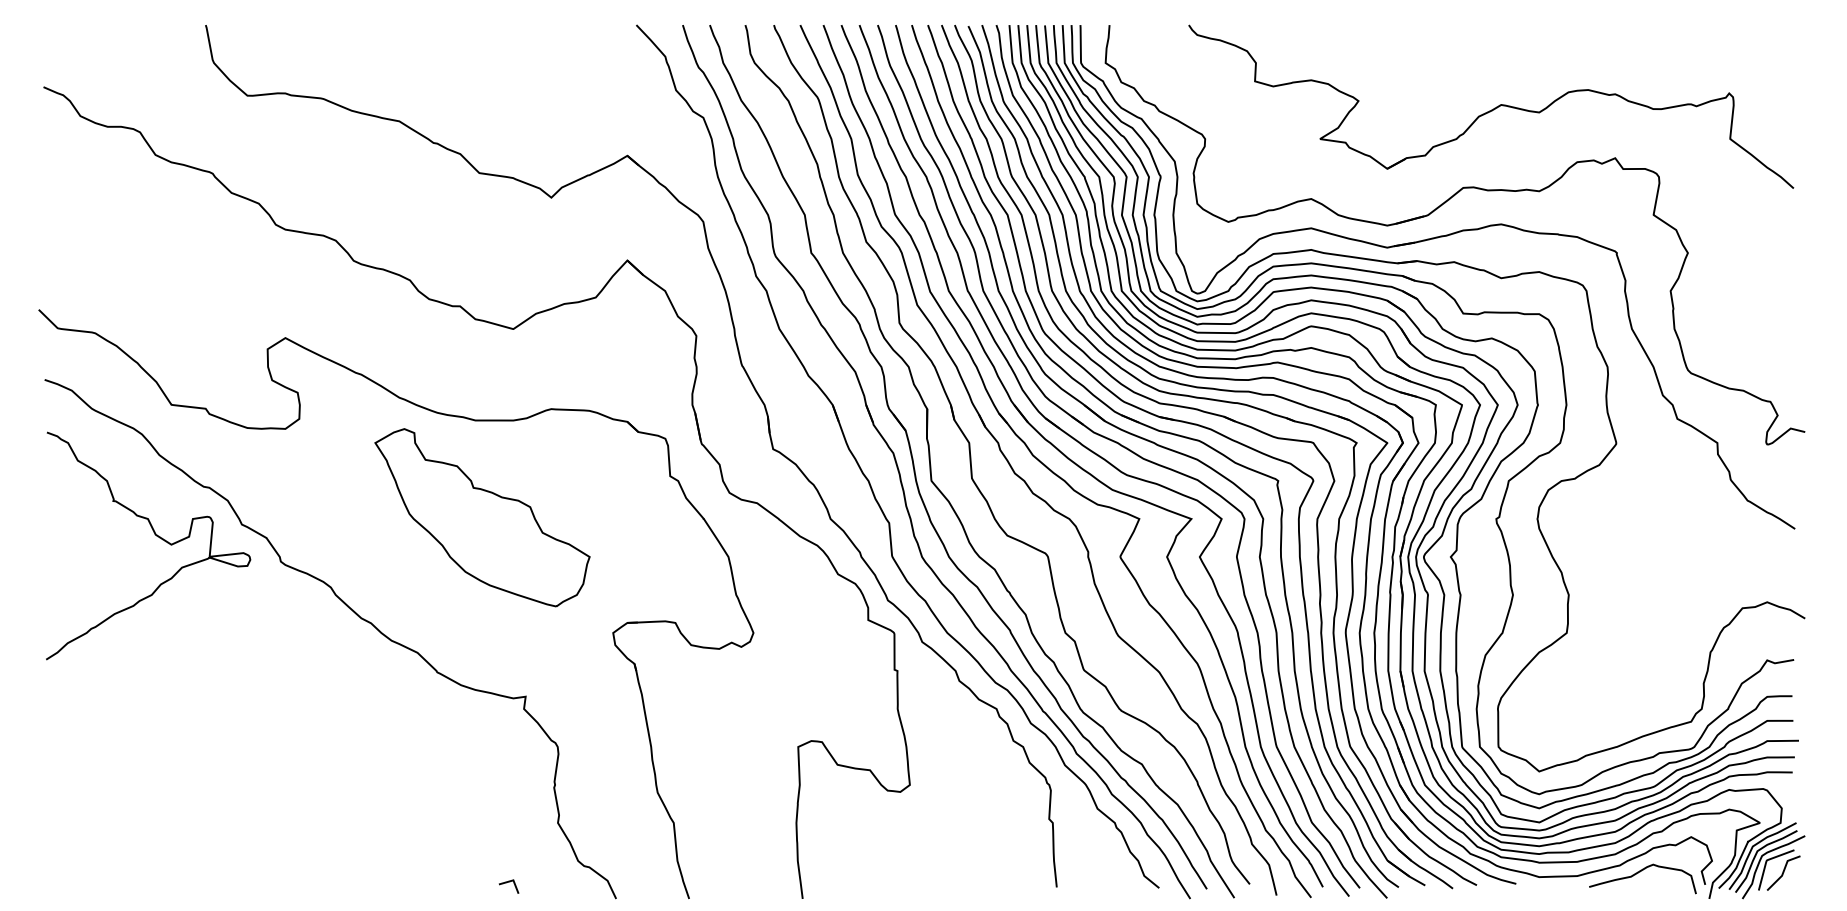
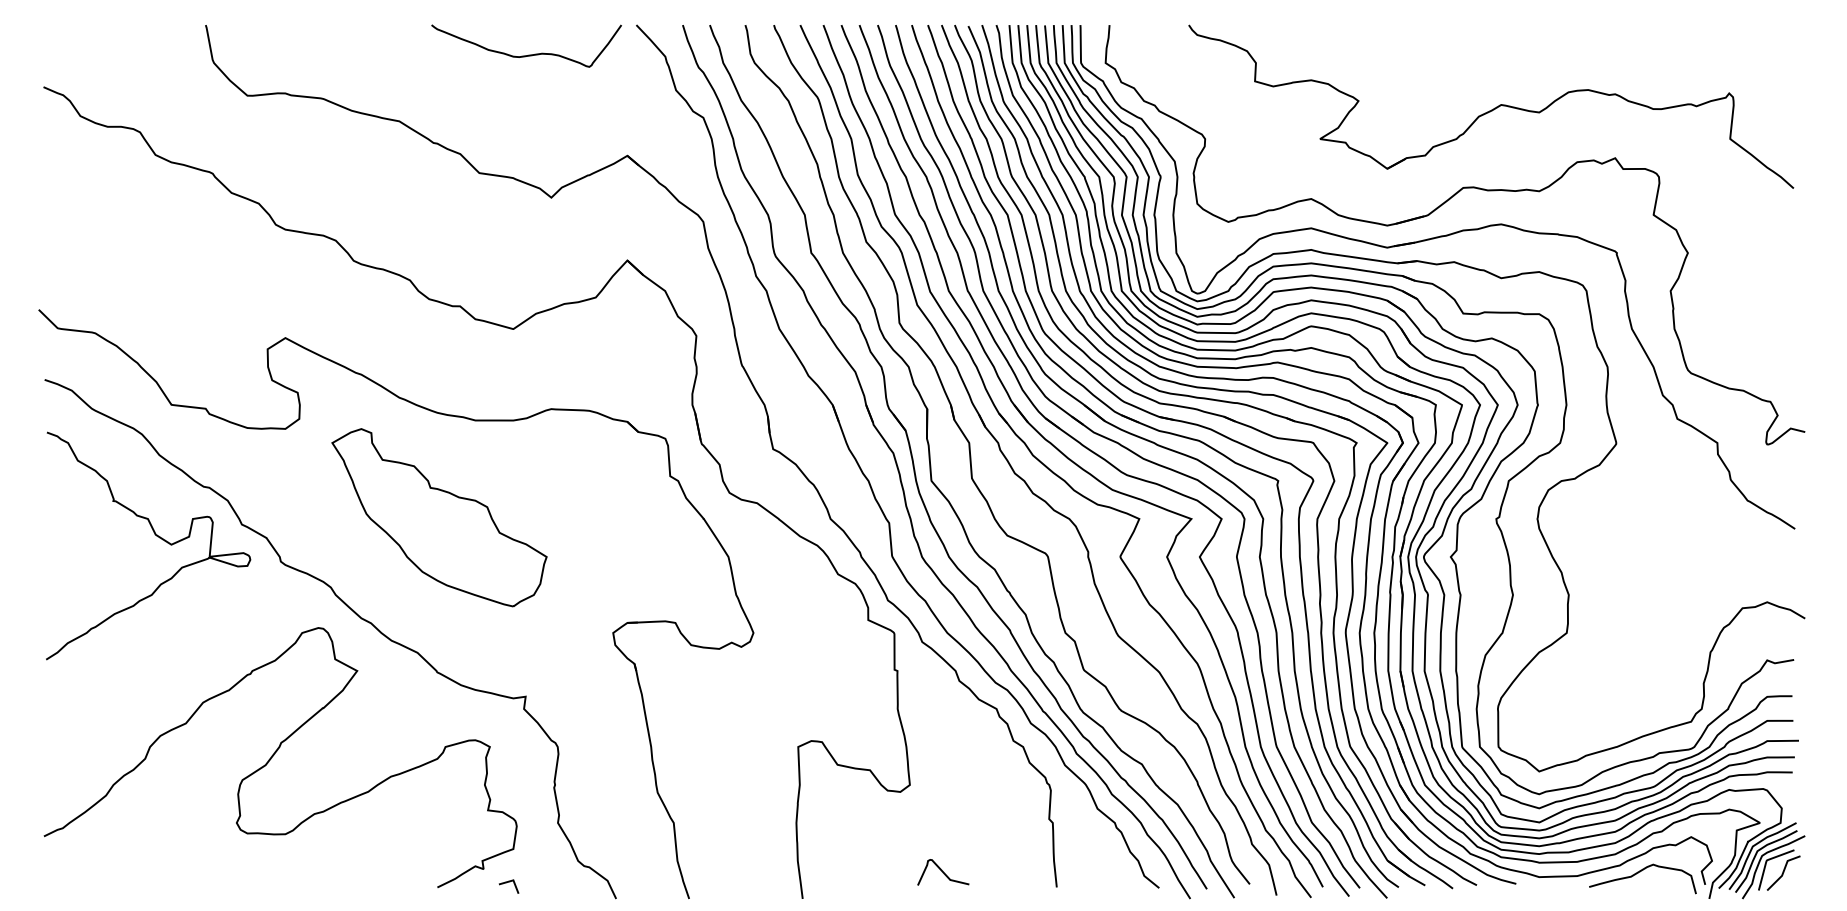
curve at (528, 54): none -> present
part at (482, 517) position: (482, 517) -> (439, 517)
curve at (274, 755): none -> present
curve at (943, 872): none -> present
